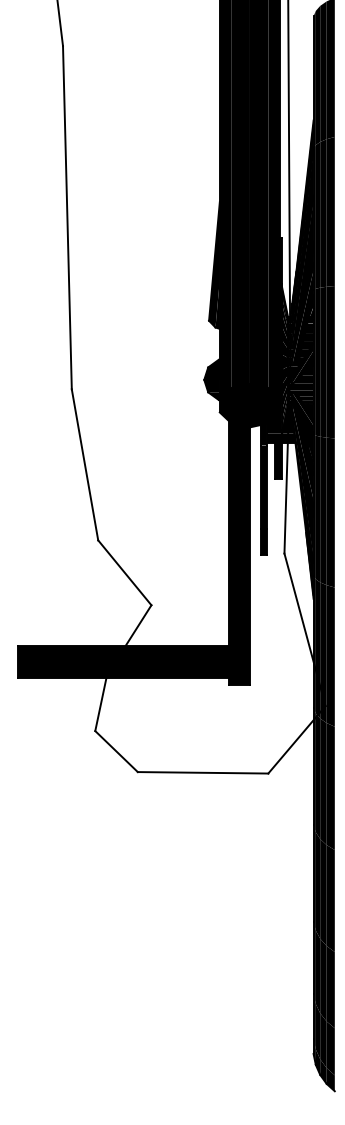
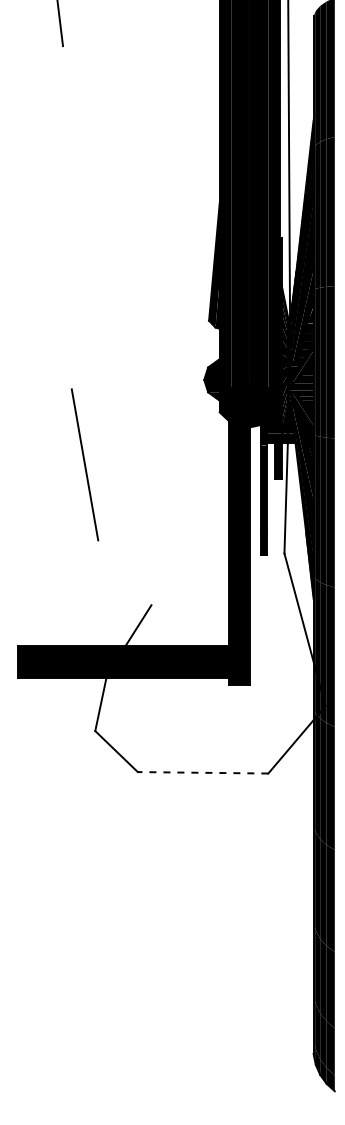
line at (67, 217): present -> none
line at (124, 572): present -> none
line at (202, 772): solid -> dashed
